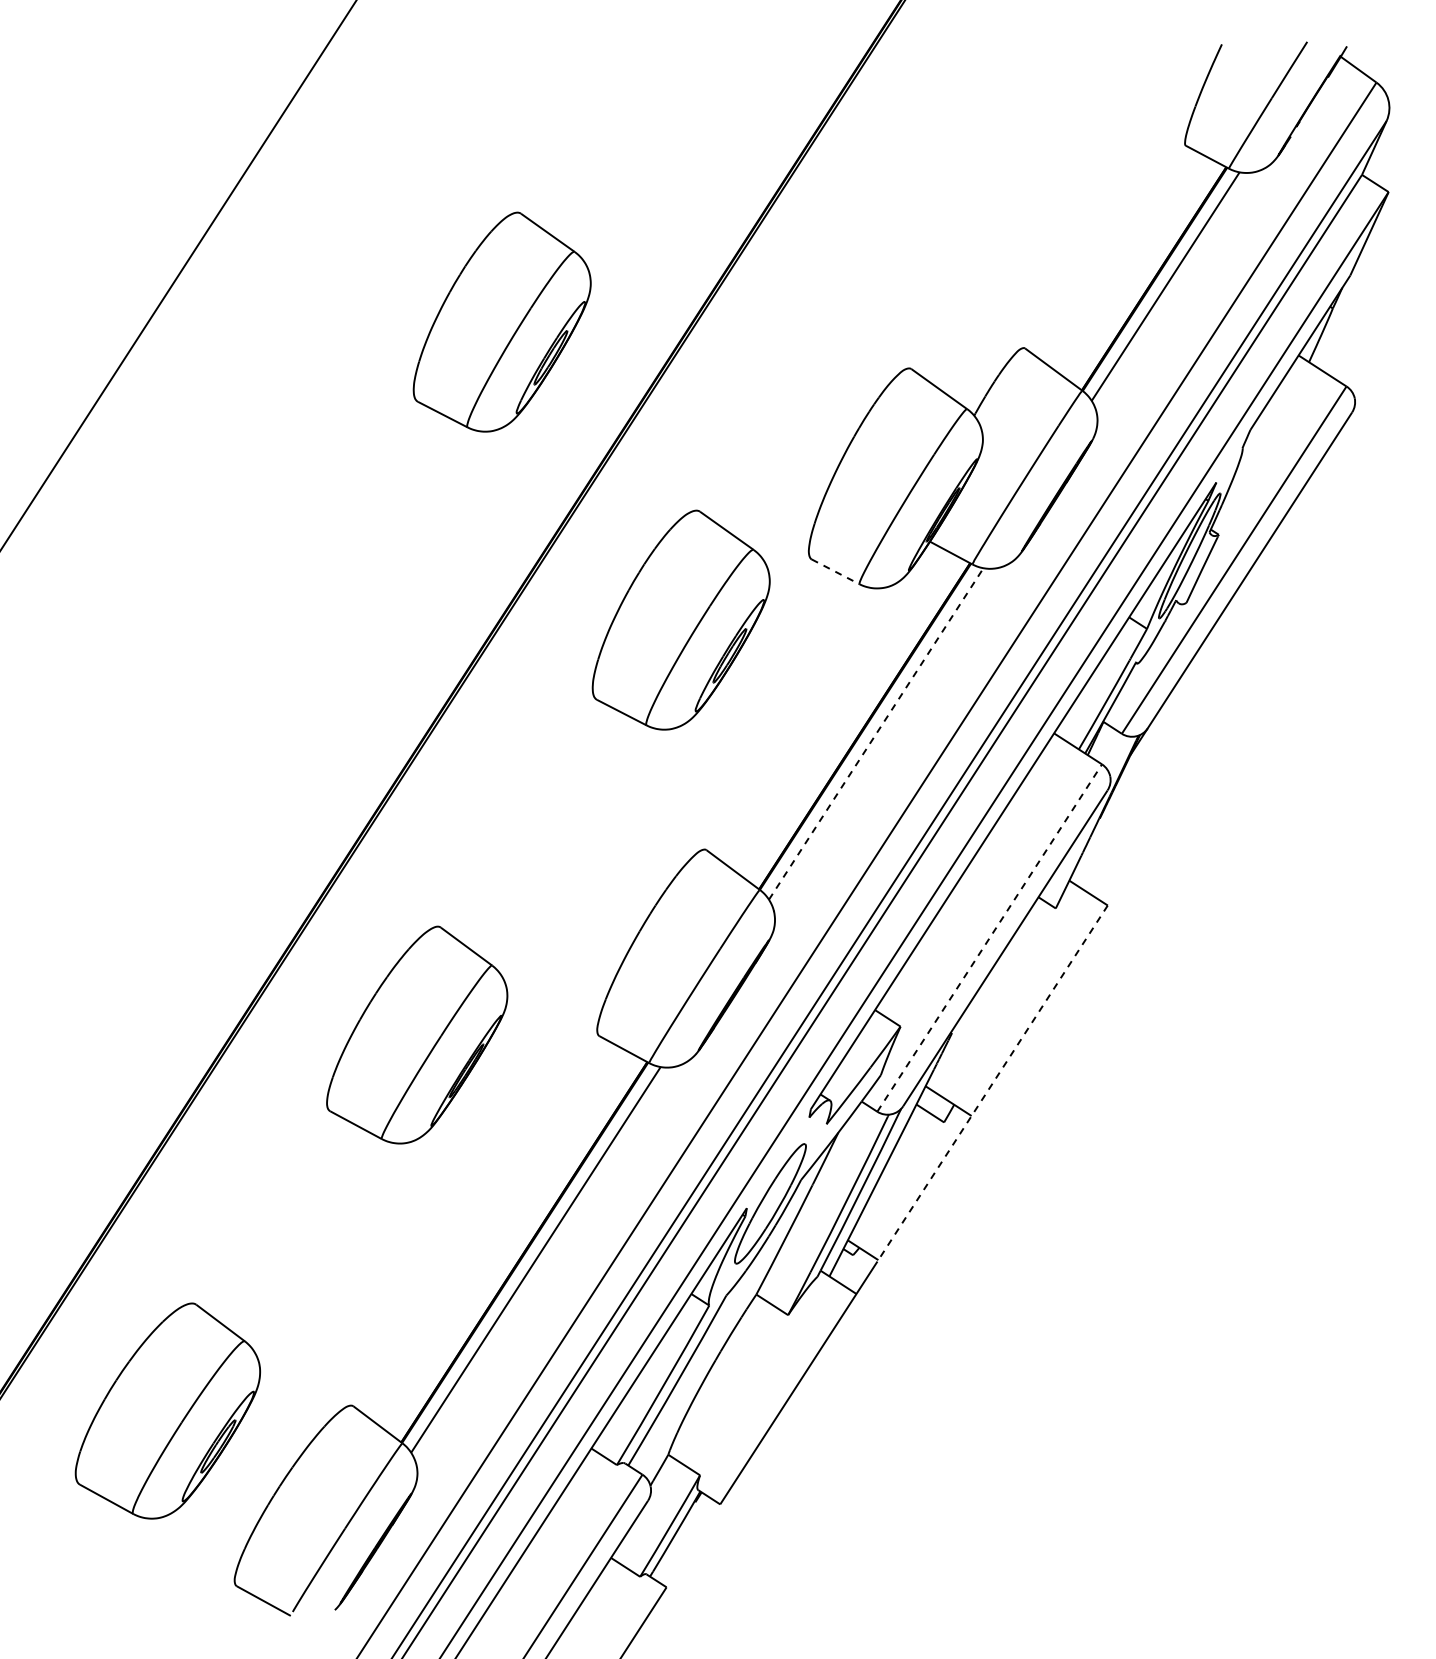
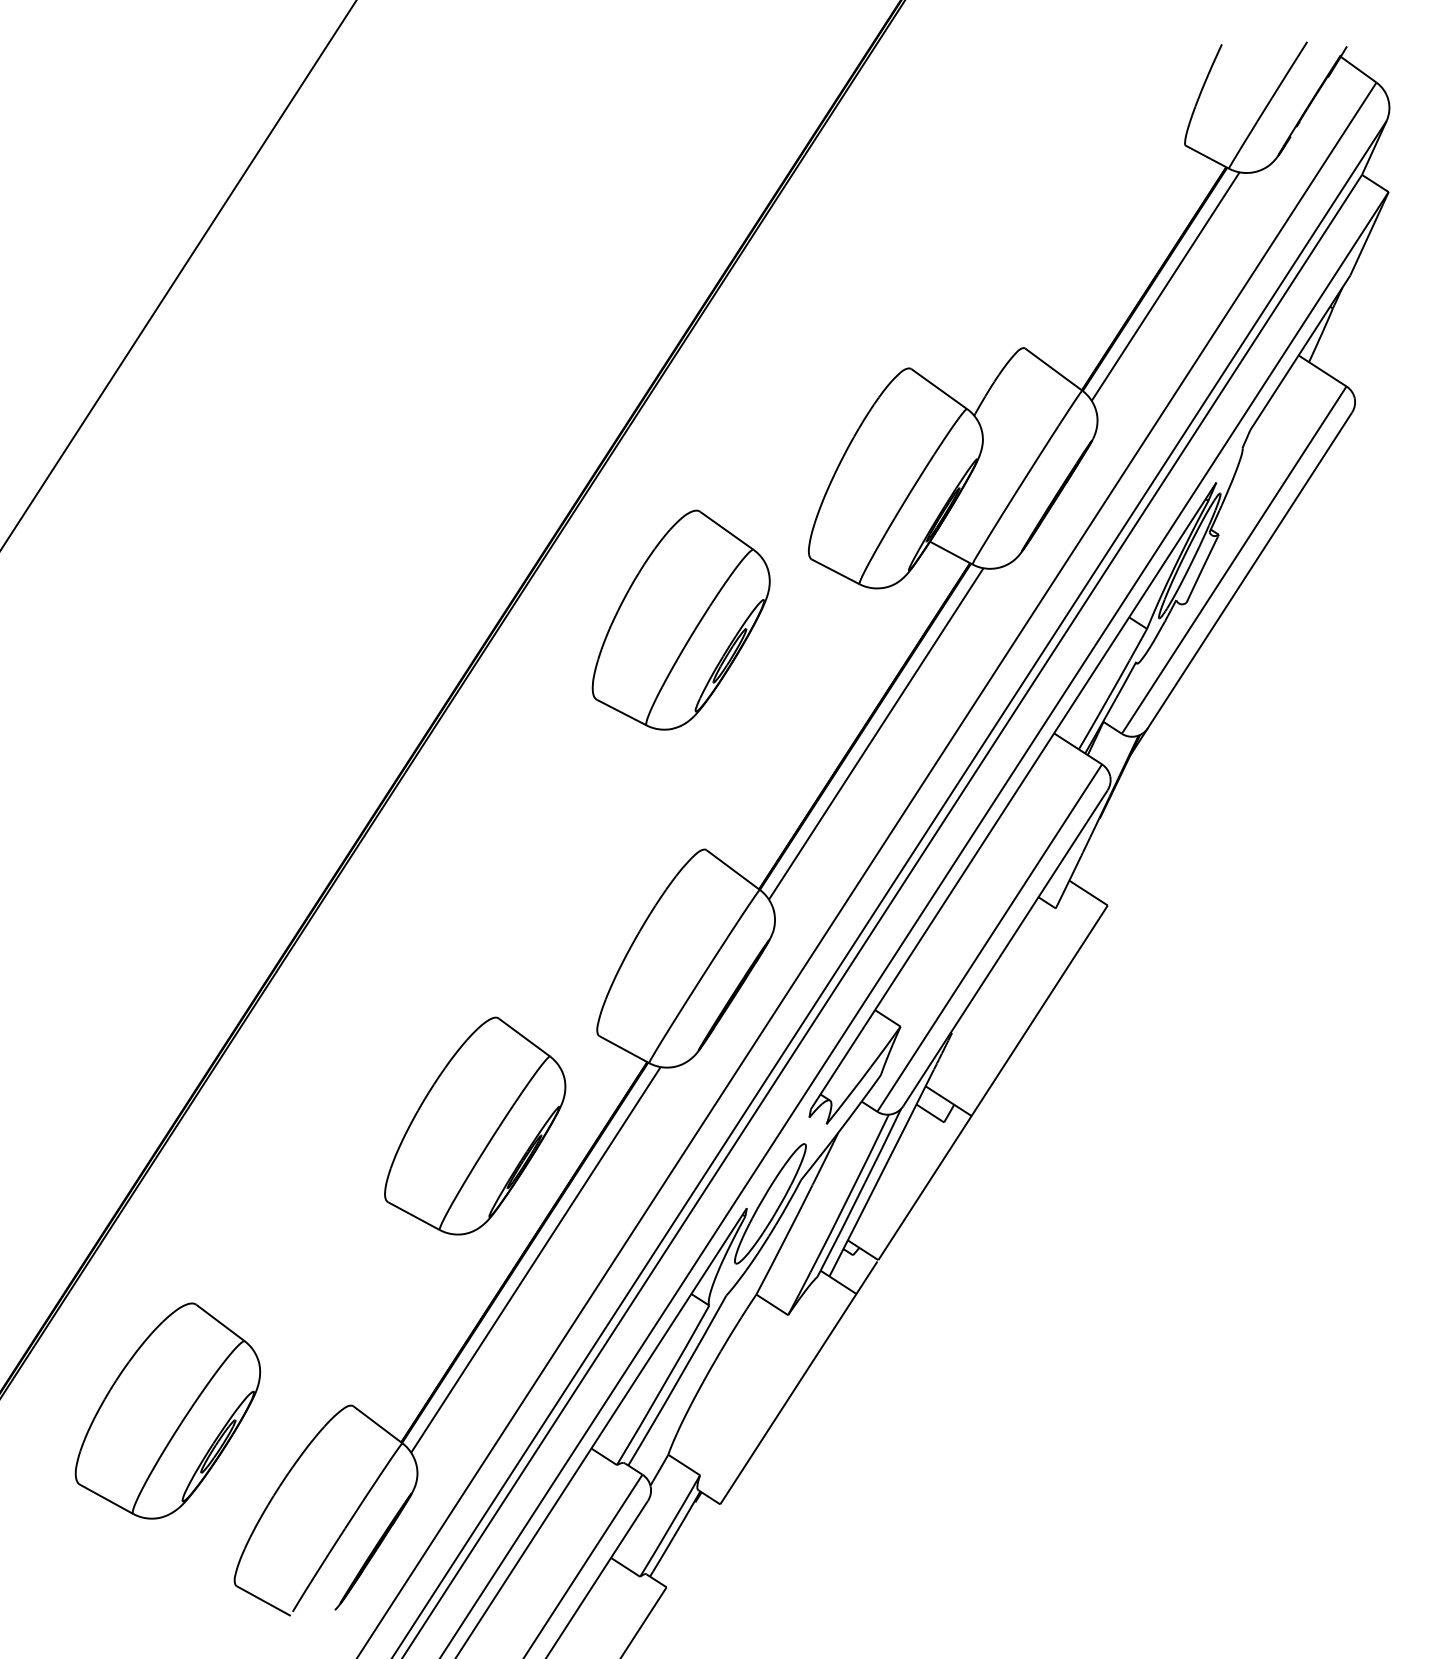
part at (501, 321): present -> none
line at (835, 571): dashed -> solid
line at (876, 733): dashed -> solid
line at (989, 938): dashed -> solid
part at (417, 1034) position: (417, 1034) -> (475, 1125)
line at (992, 1083): dashed -> solid
